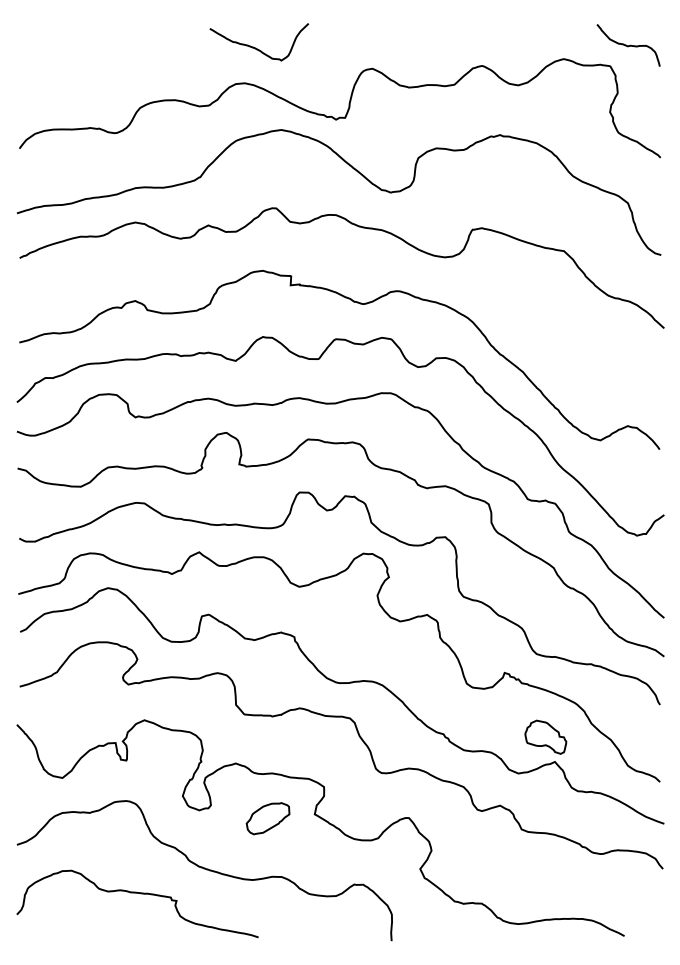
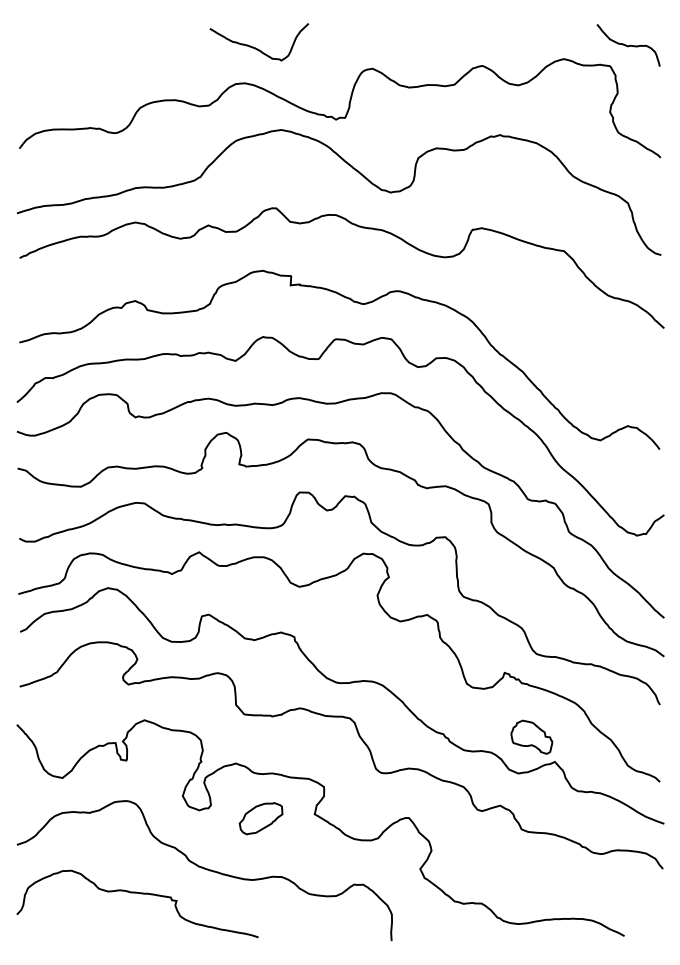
part at (545, 736) position: (545, 736) -> (531, 736)
part at (267, 818) position: (267, 818) -> (260, 818)
